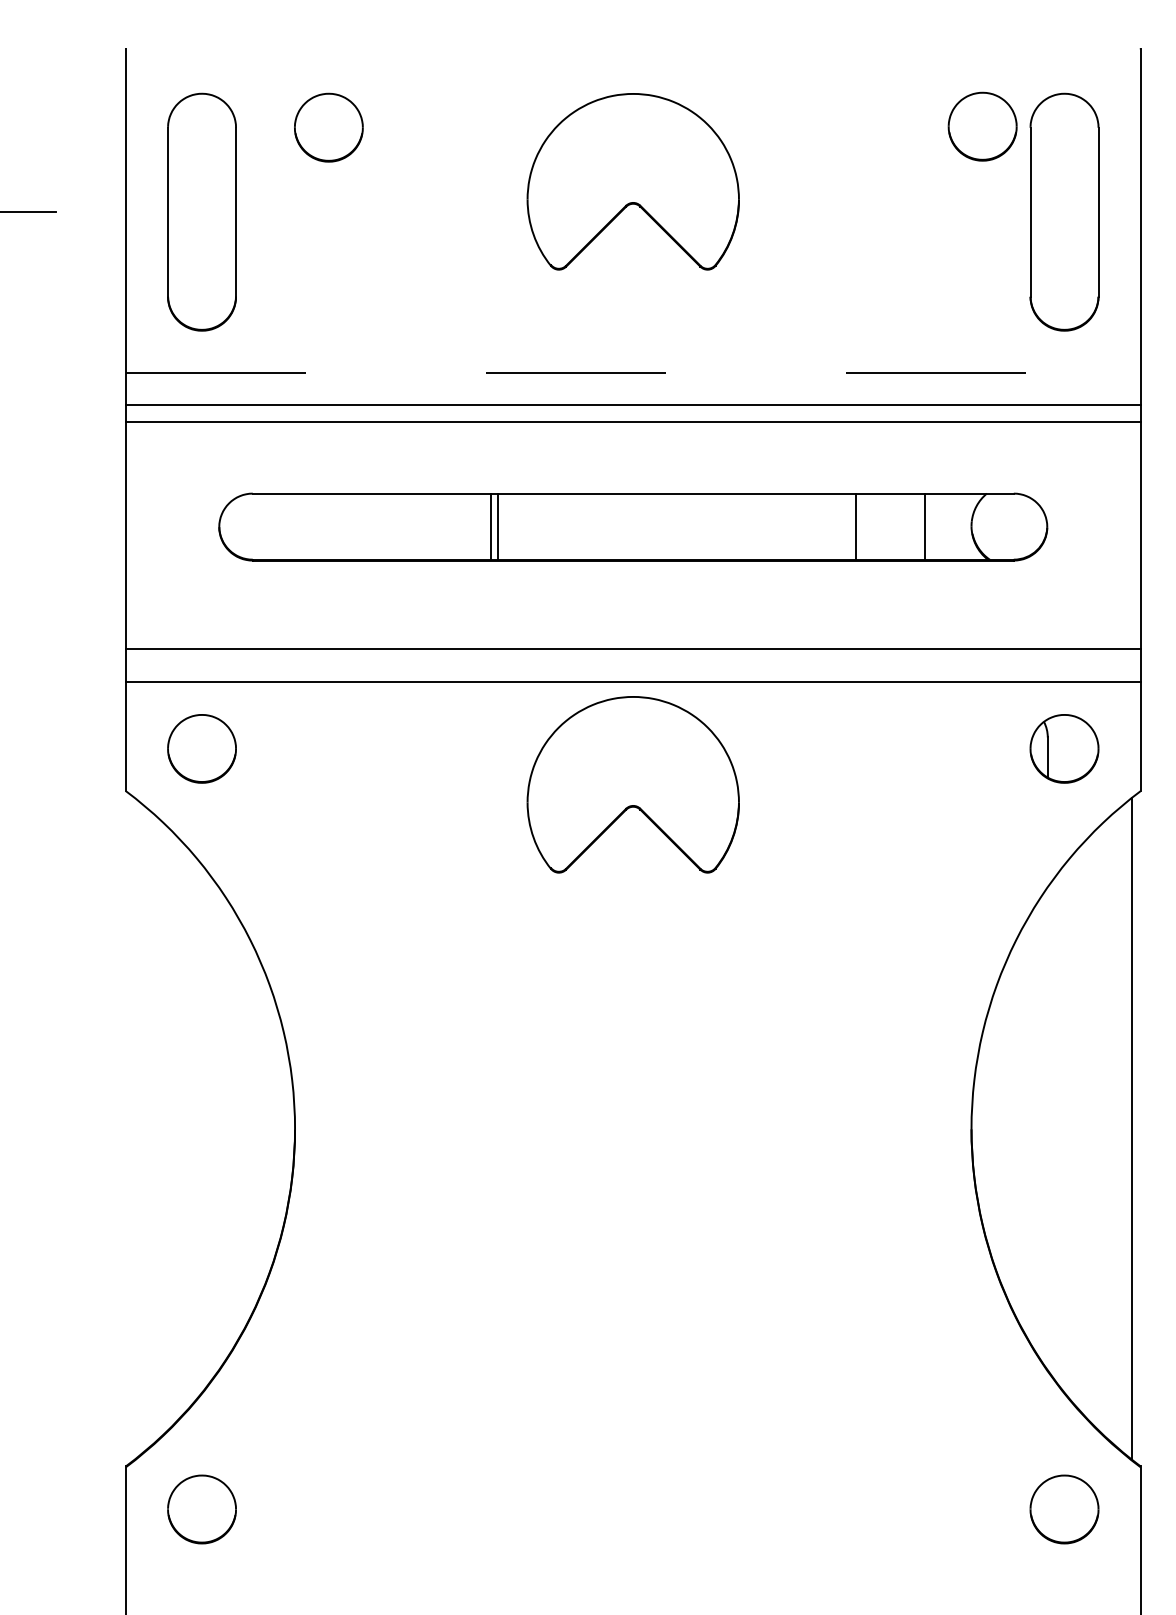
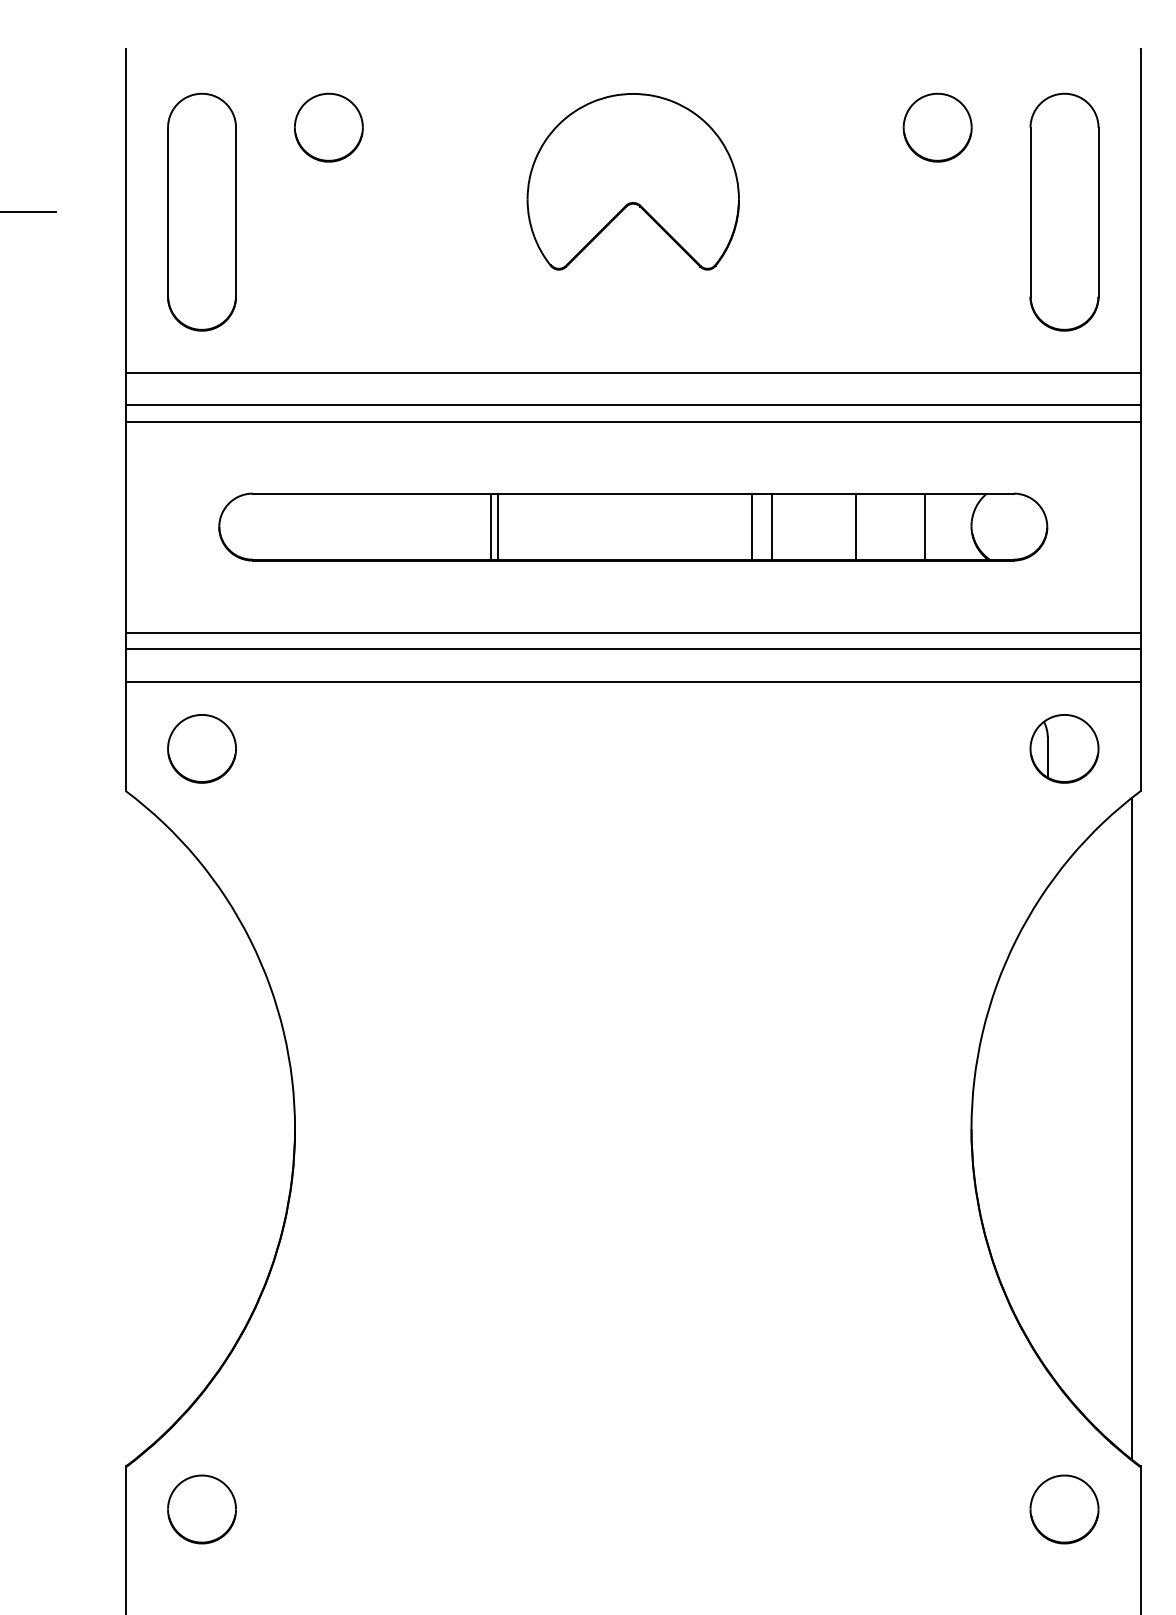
part at (982, 126) position: (982, 126) -> (937, 127)
line at (633, 372): dashed -> solid
line at (751, 526): none -> present
line at (772, 526): none -> present
line at (632, 632): none -> present
part at (632, 784): present -> none
